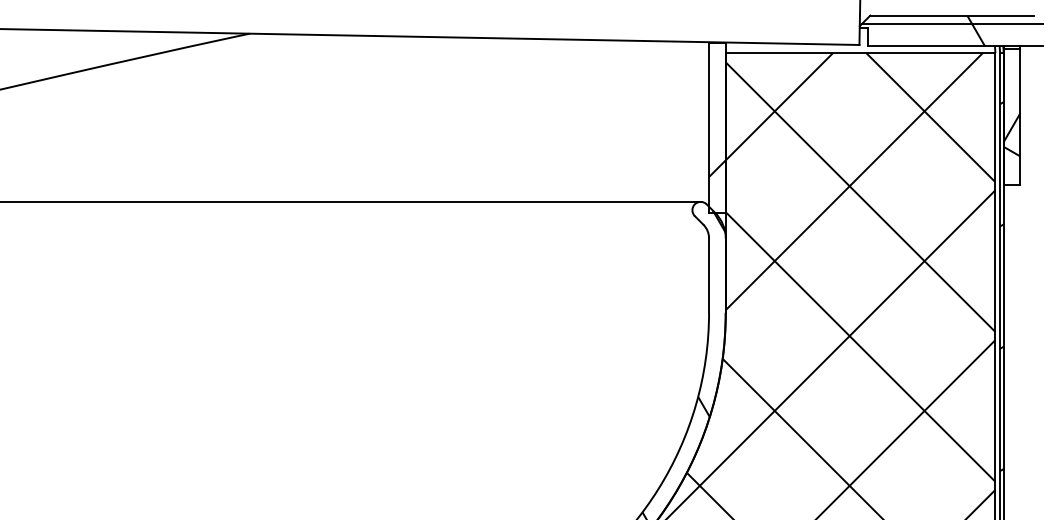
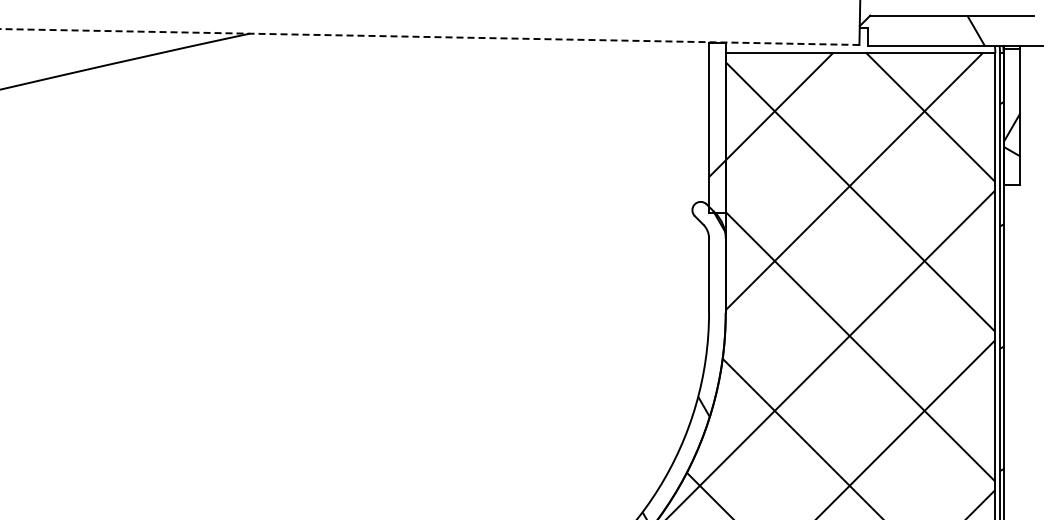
line at (952, 23): present -> none
line at (429, 37): solid -> dashed
line at (351, 201): present -> none
